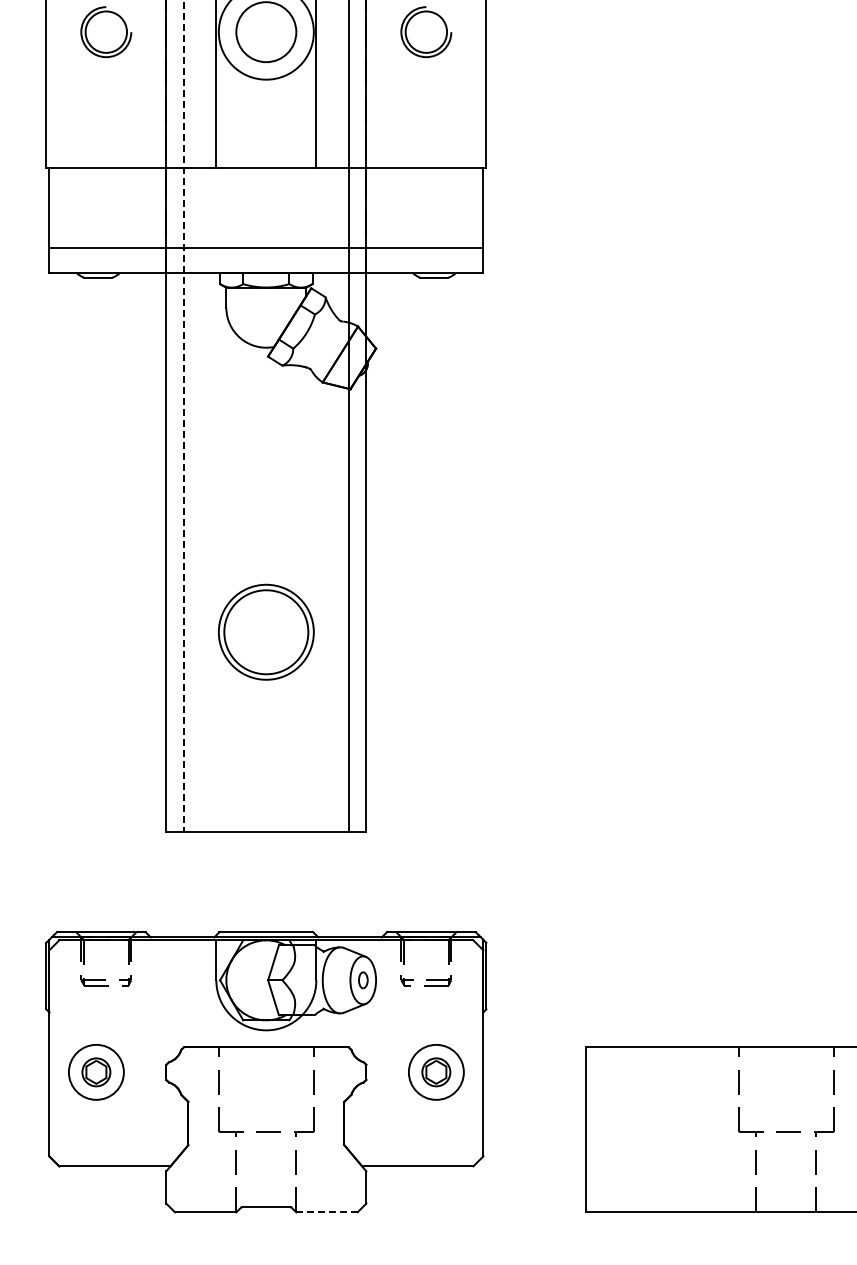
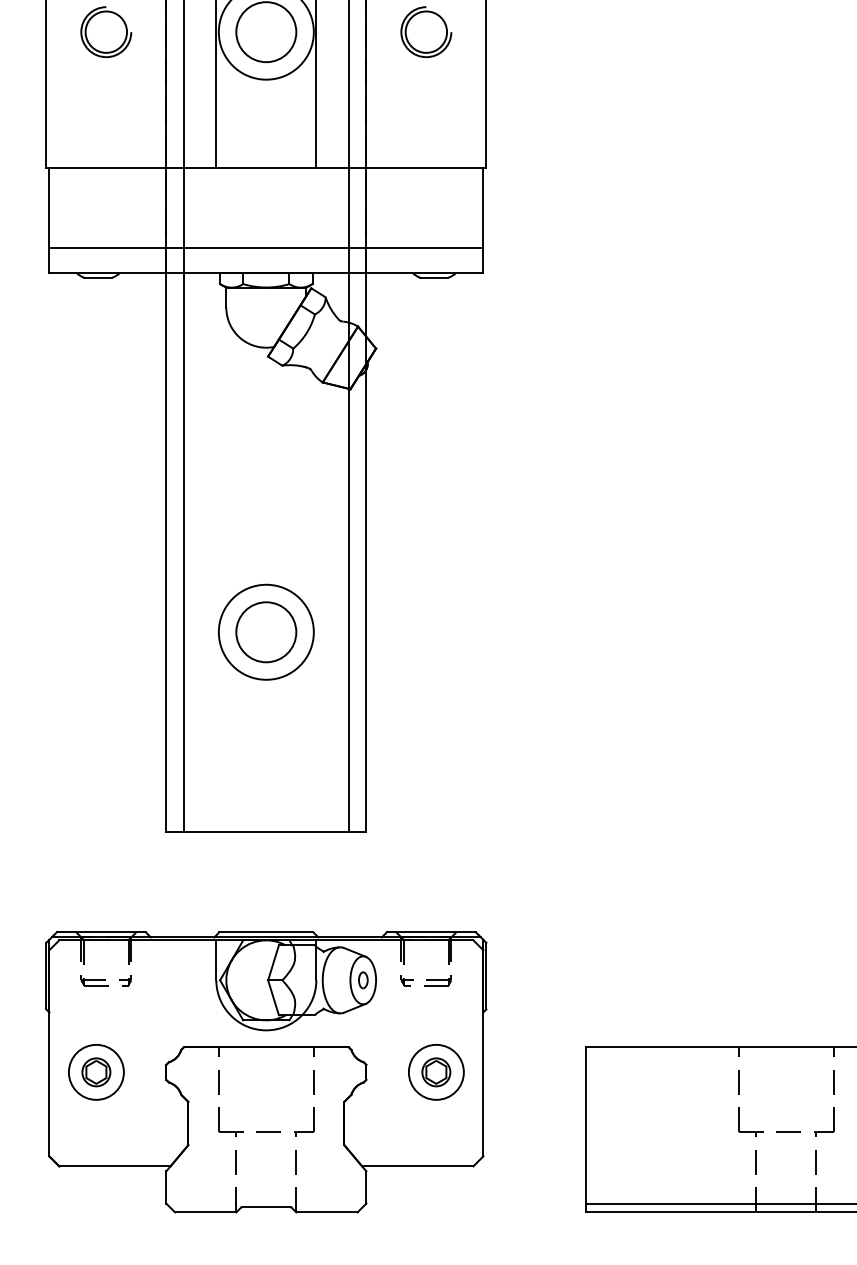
line at (183, 416): dashed -> solid
circle at (266, 632) diameter: 84 px -> 60 px
line at (719, 1203): none -> present
line at (326, 1212): dashed -> solid
